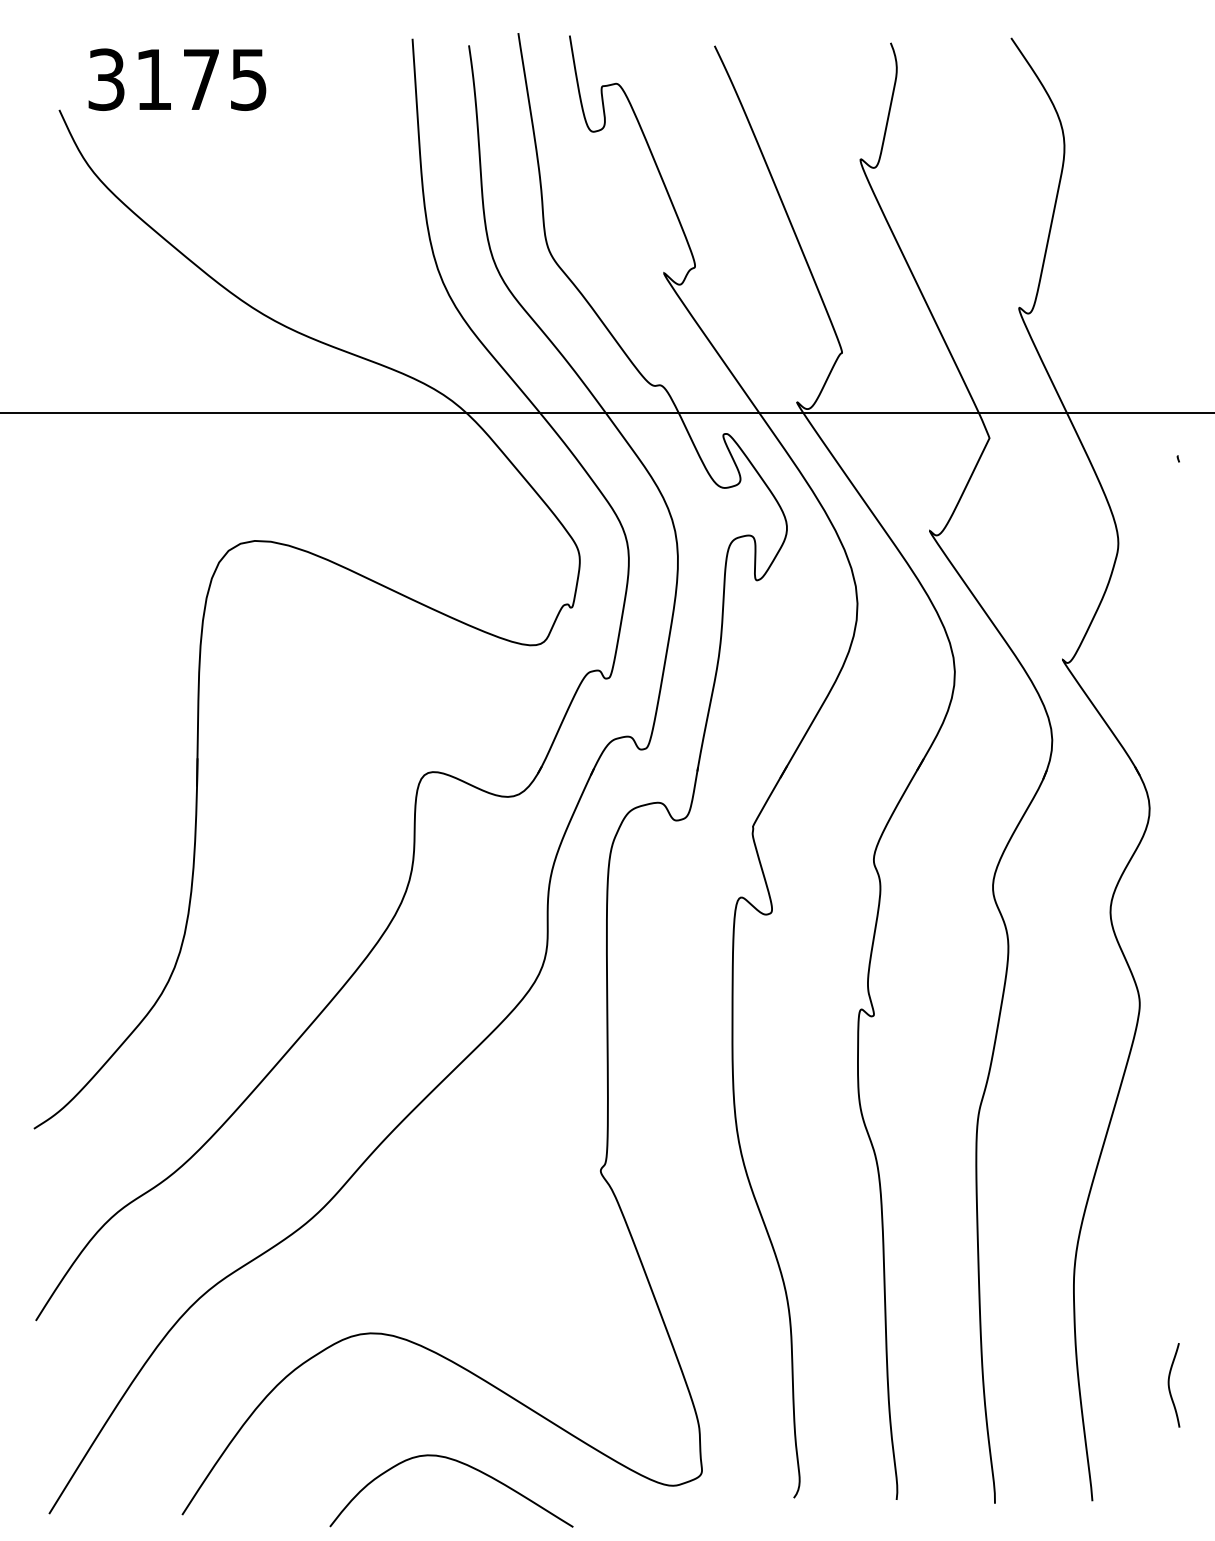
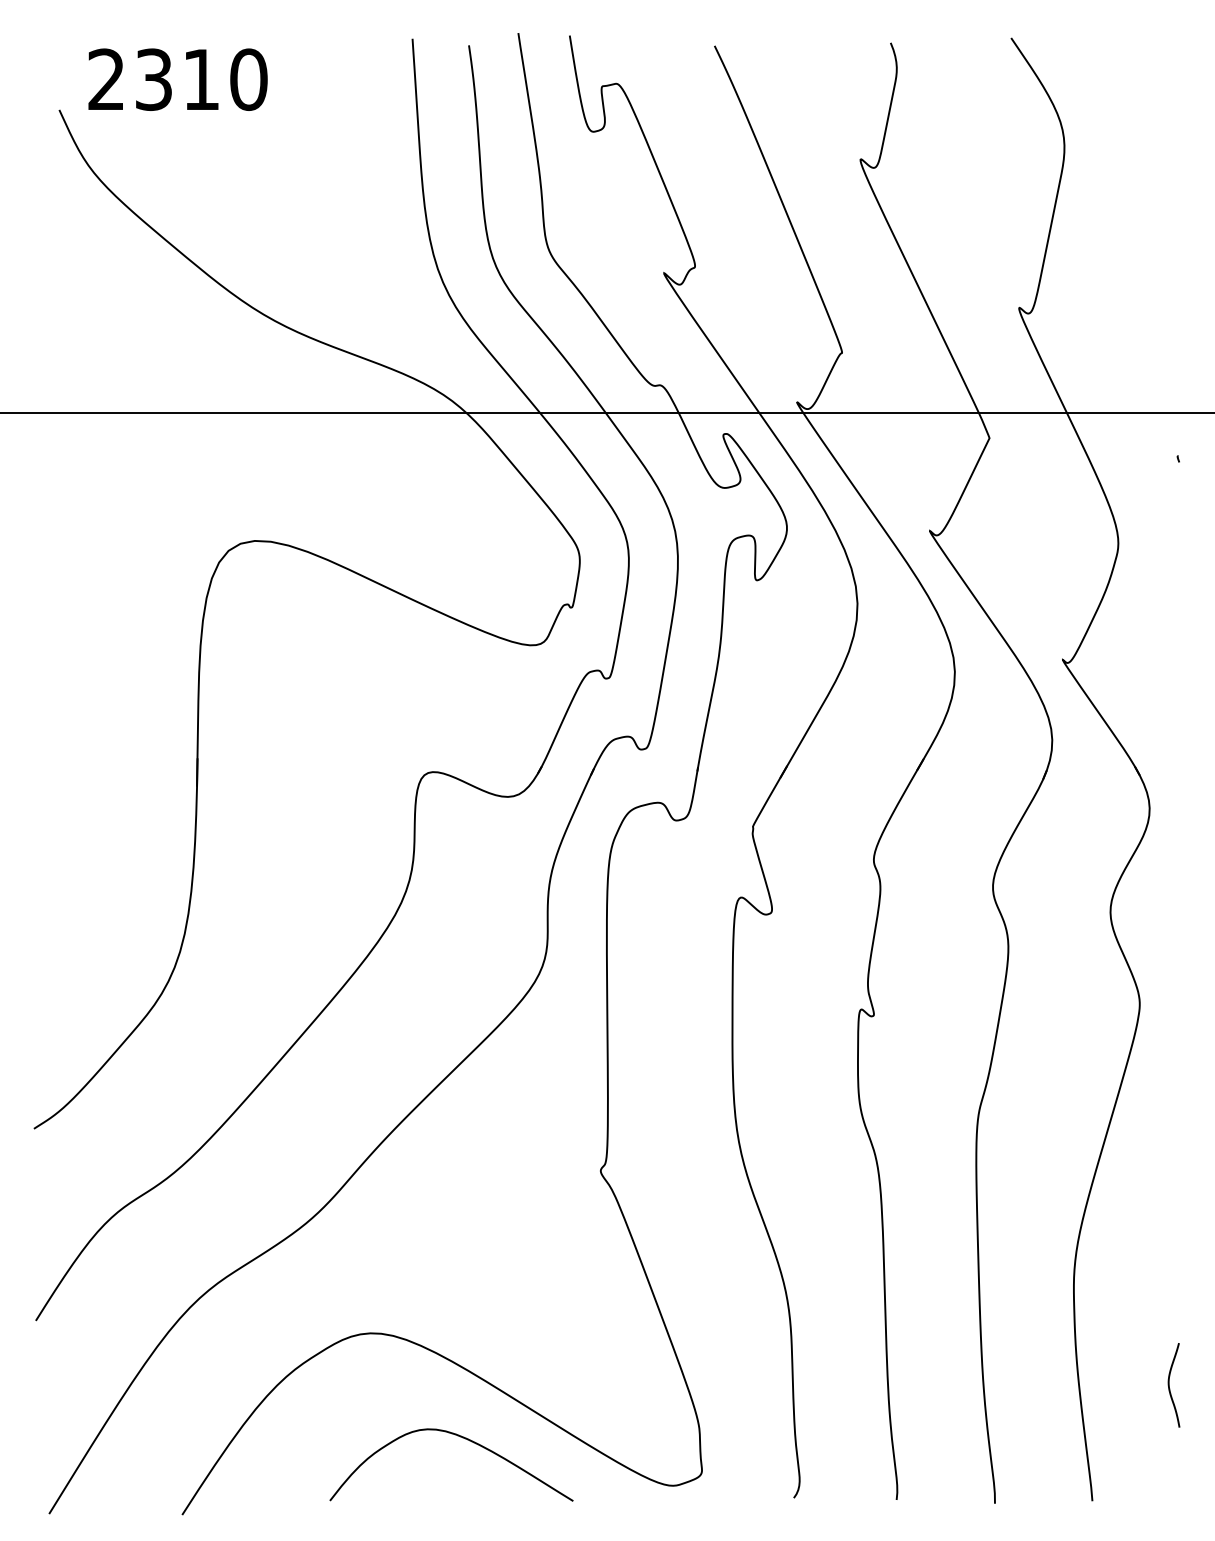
text at (177, 79): 3175 -> 2310
curve at (462, 1464) position: (462, 1464) -> (462, 1438)
